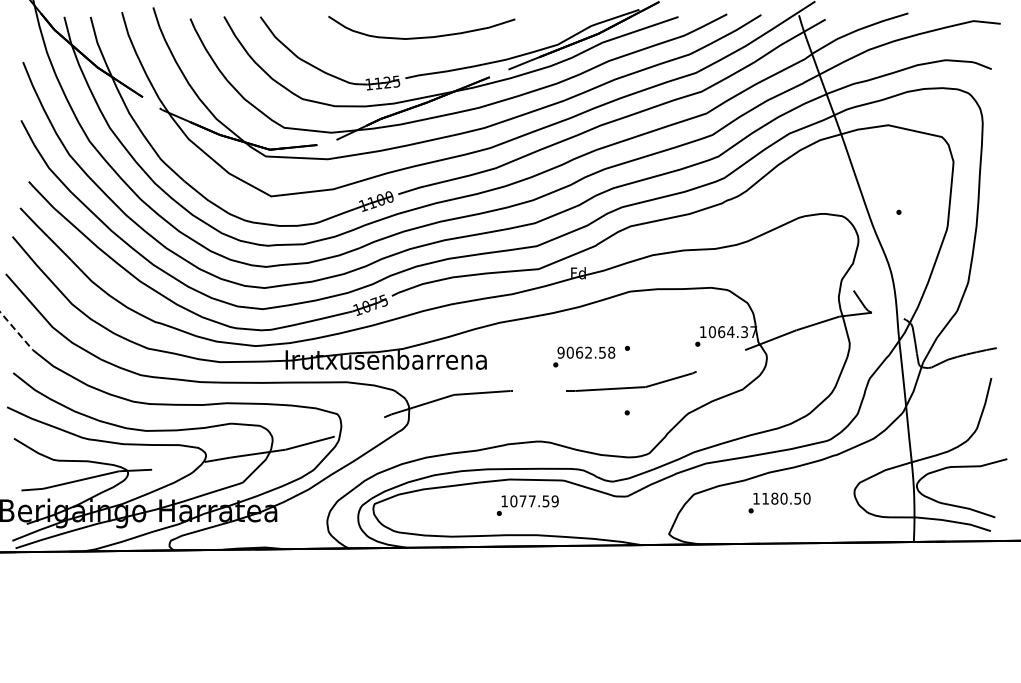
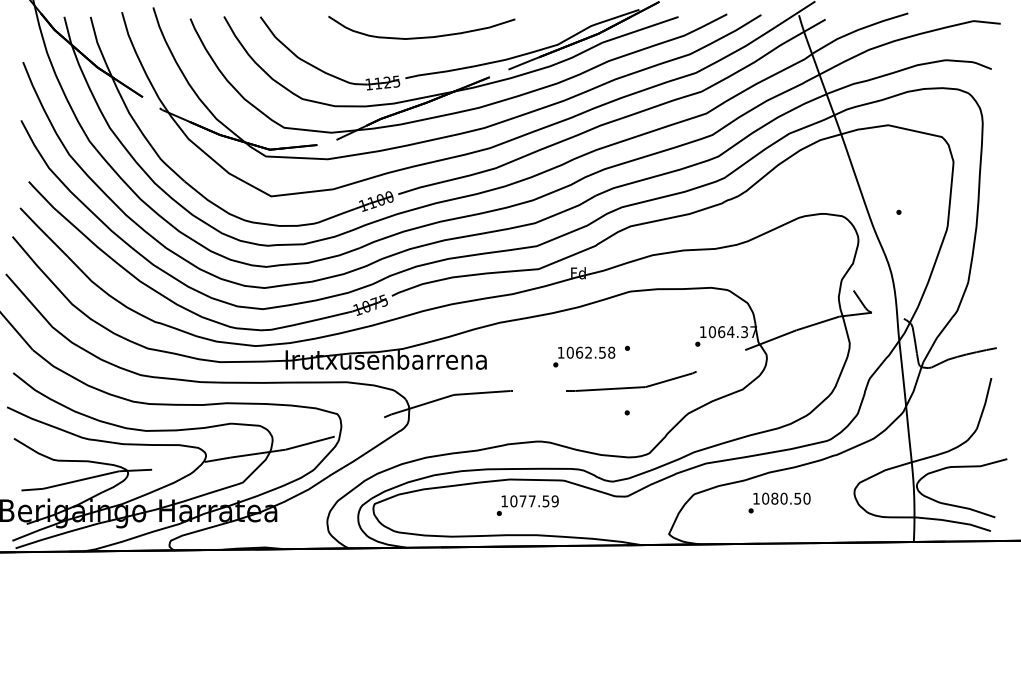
line at (16, 331): dashed -> solid
text at (560, 352): 9062.58 -> 1062.58
text at (765, 498): 1180.50 -> 1080.50
